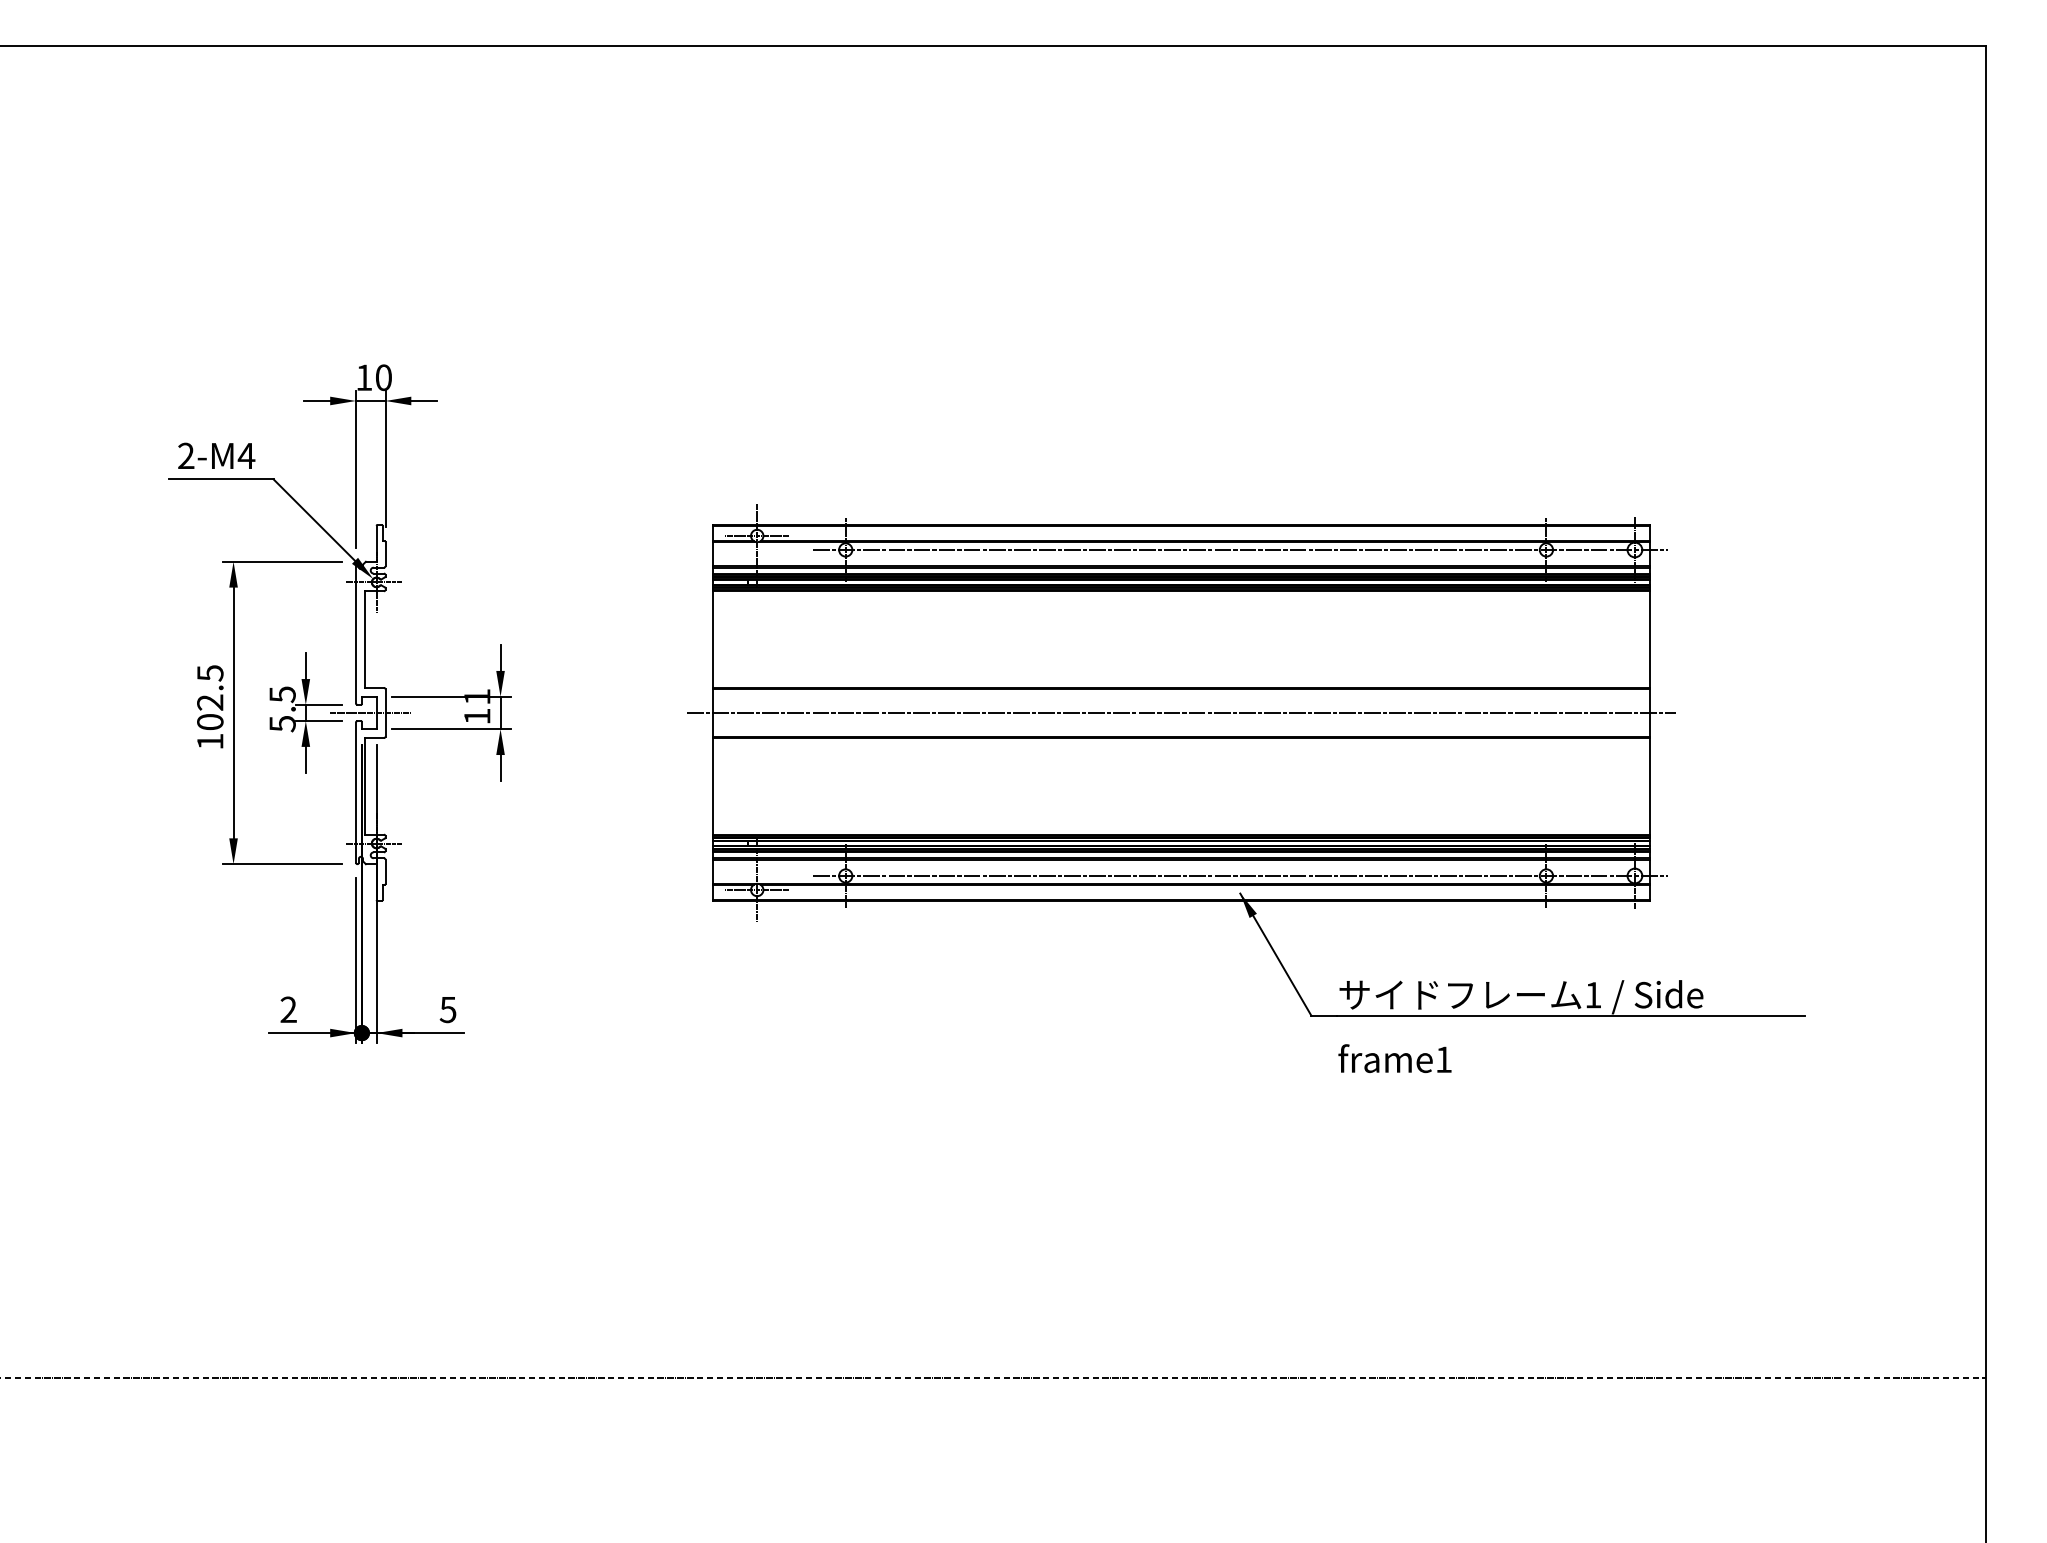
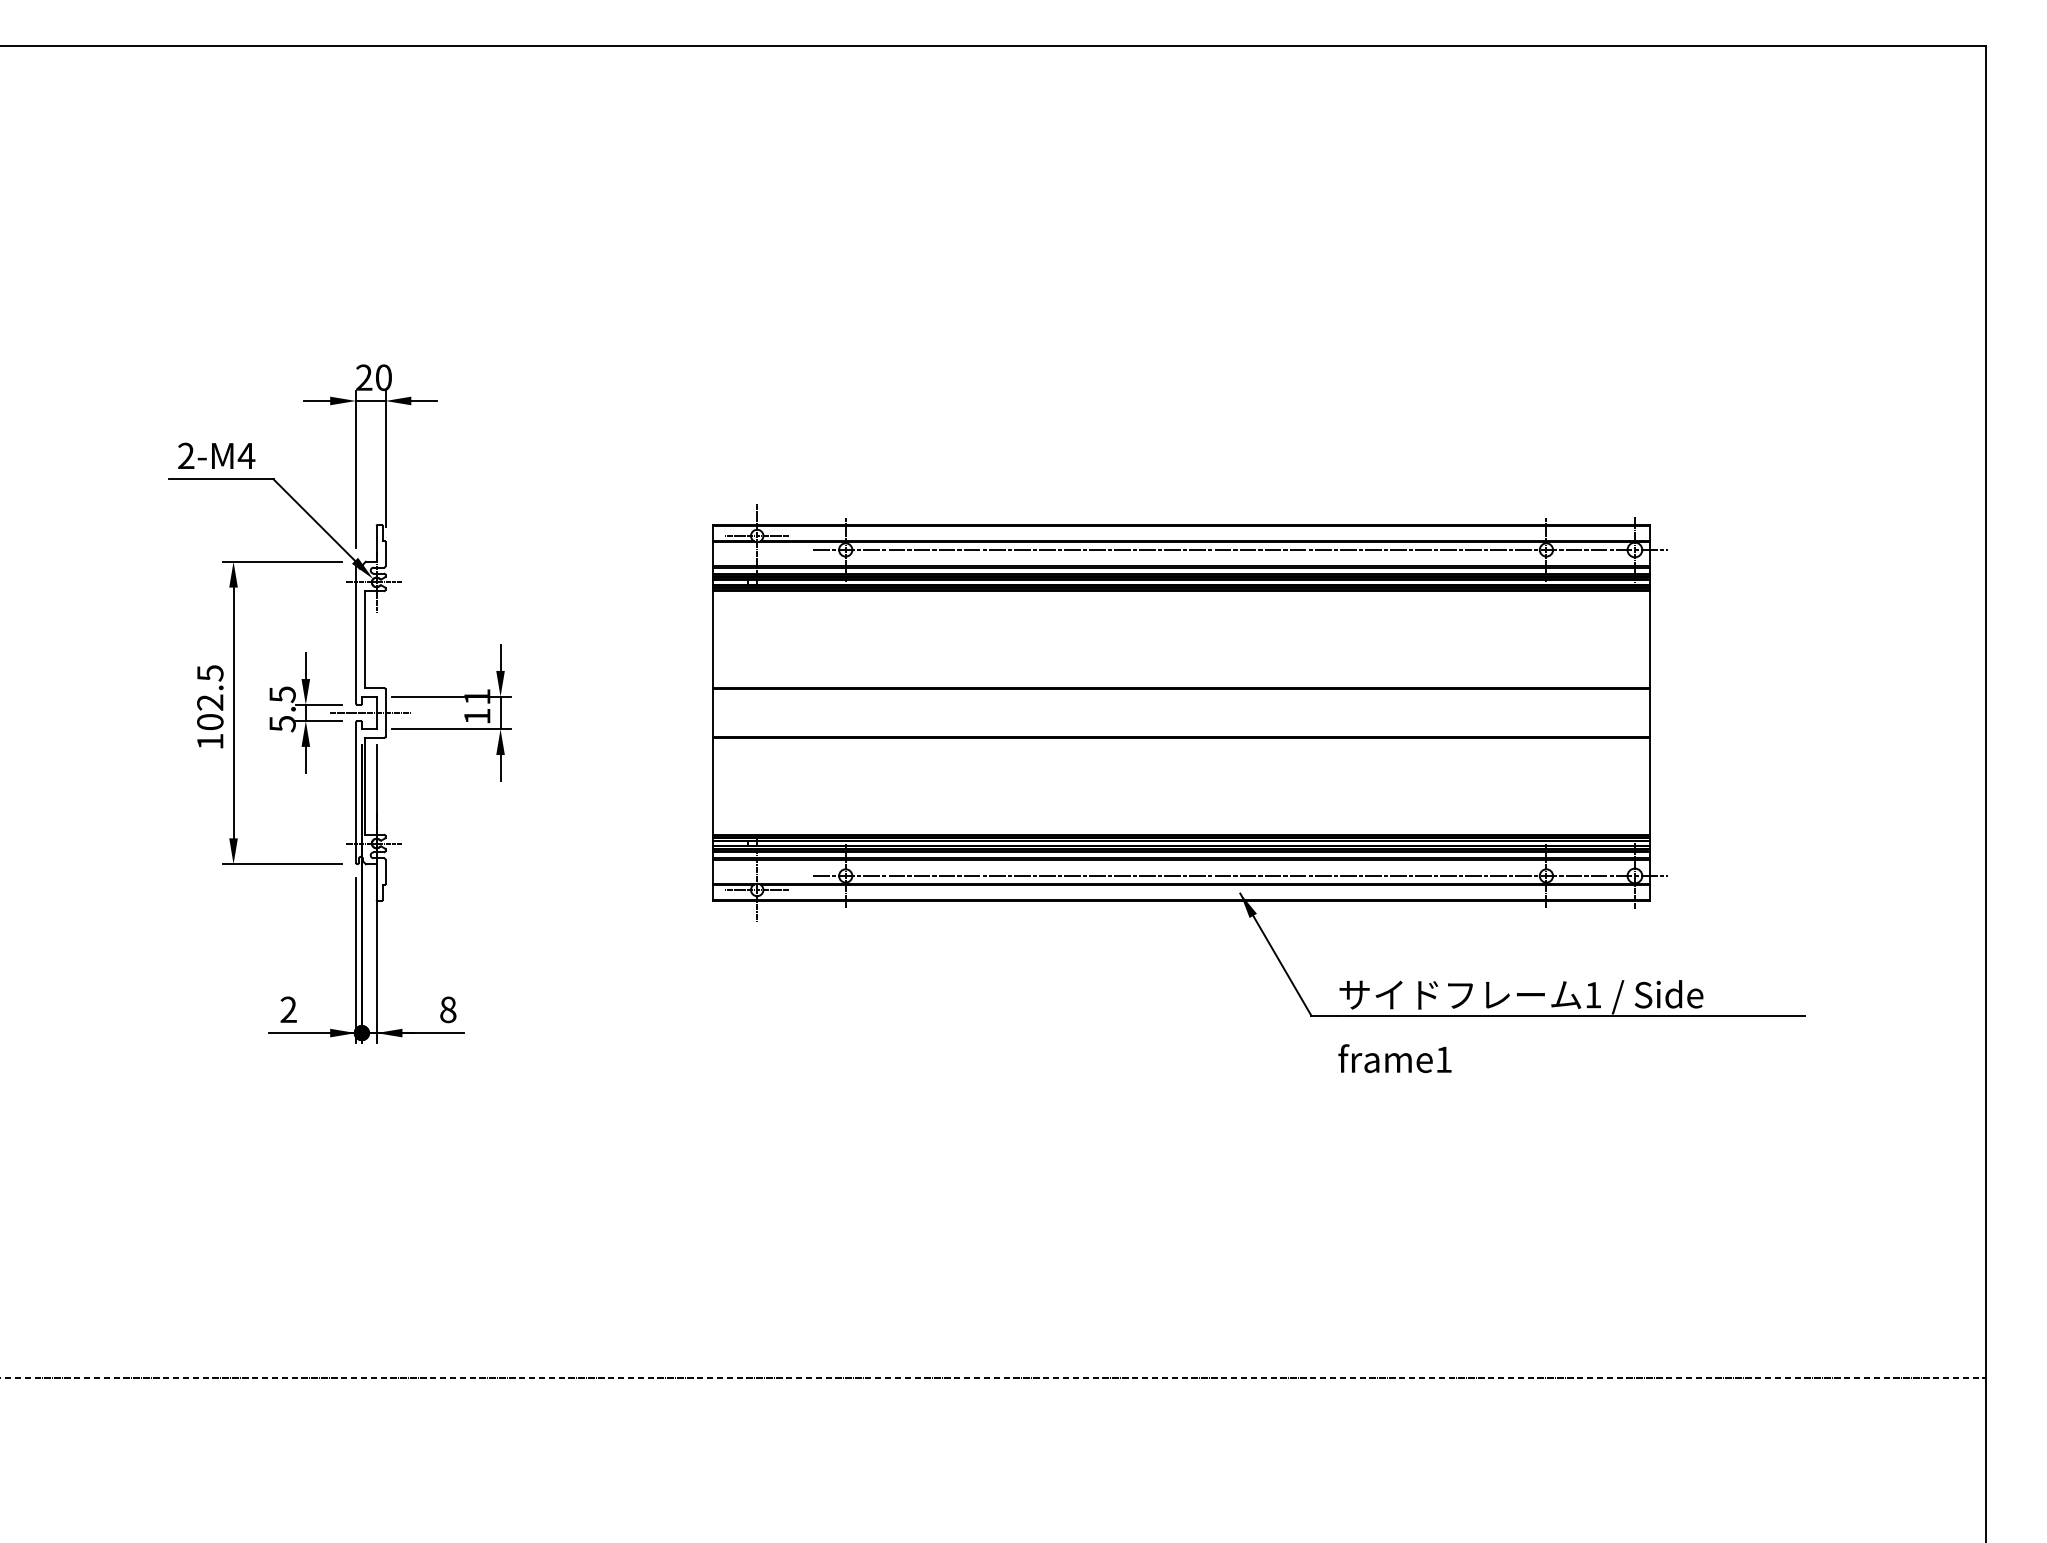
text at (364, 377): 10 -> 20
line at (1181, 712): present -> none
text at (447, 1009): 5 -> 8
